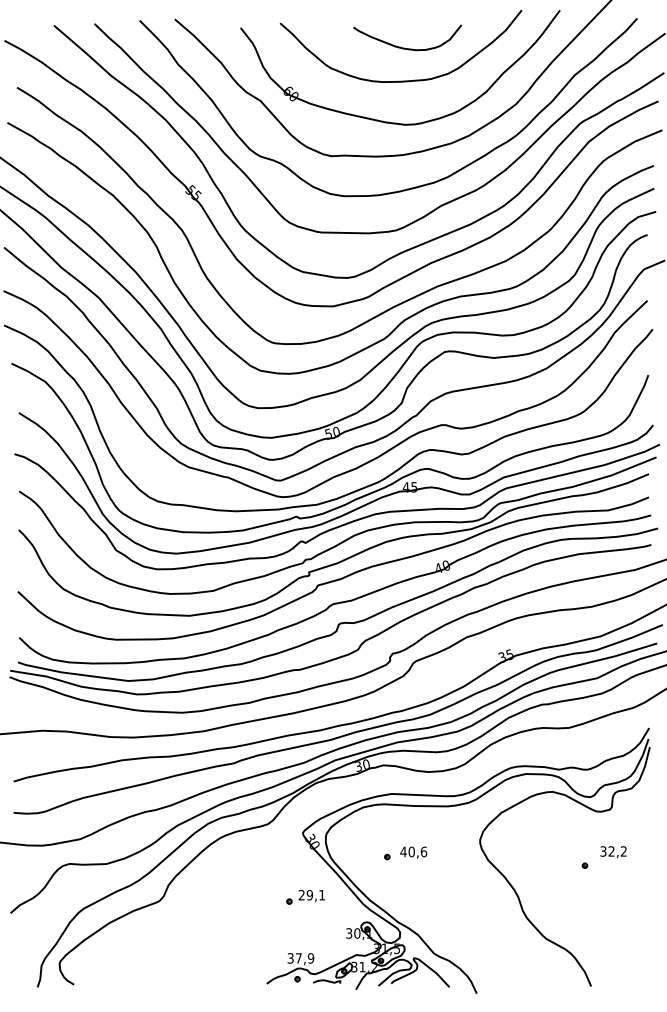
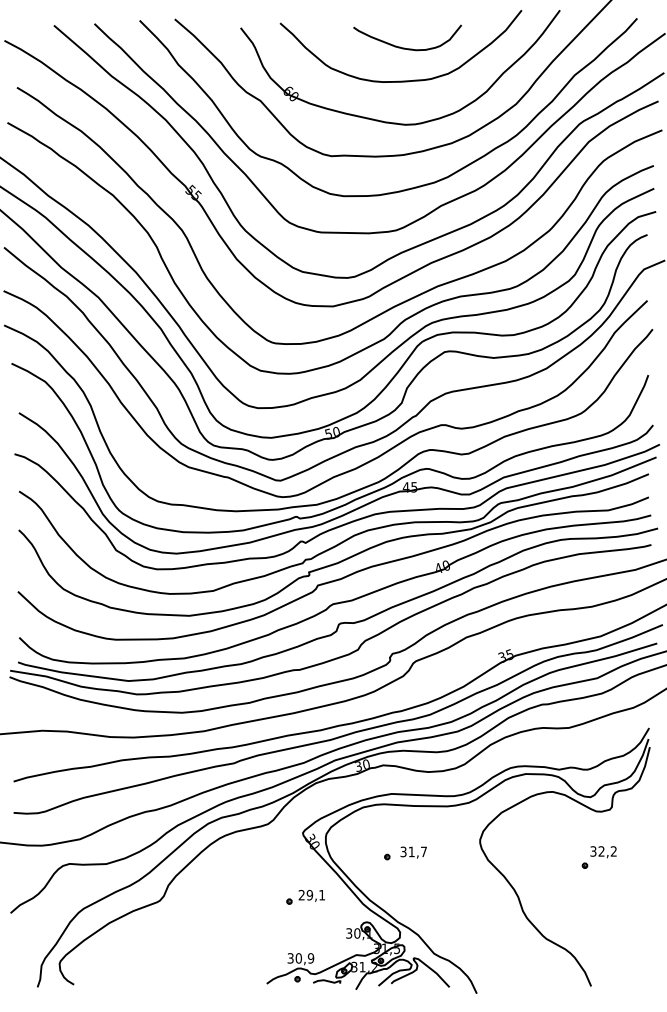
text at (413, 851): 40,6 -> 31,7
text at (613, 852) position: (613, 852) -> (603, 852)
text at (298, 958): 37,9 -> 30,9
